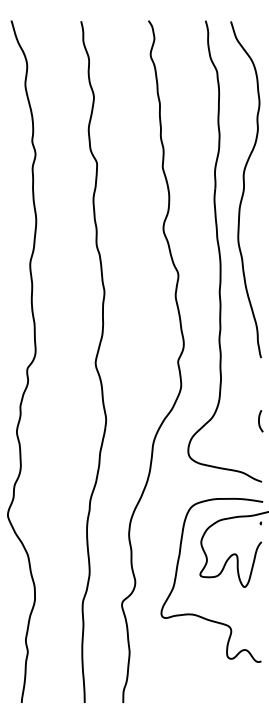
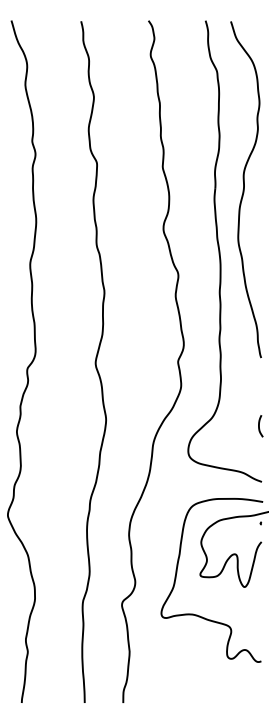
curve at (259, 421) position: (259, 421) -> (259, 426)
